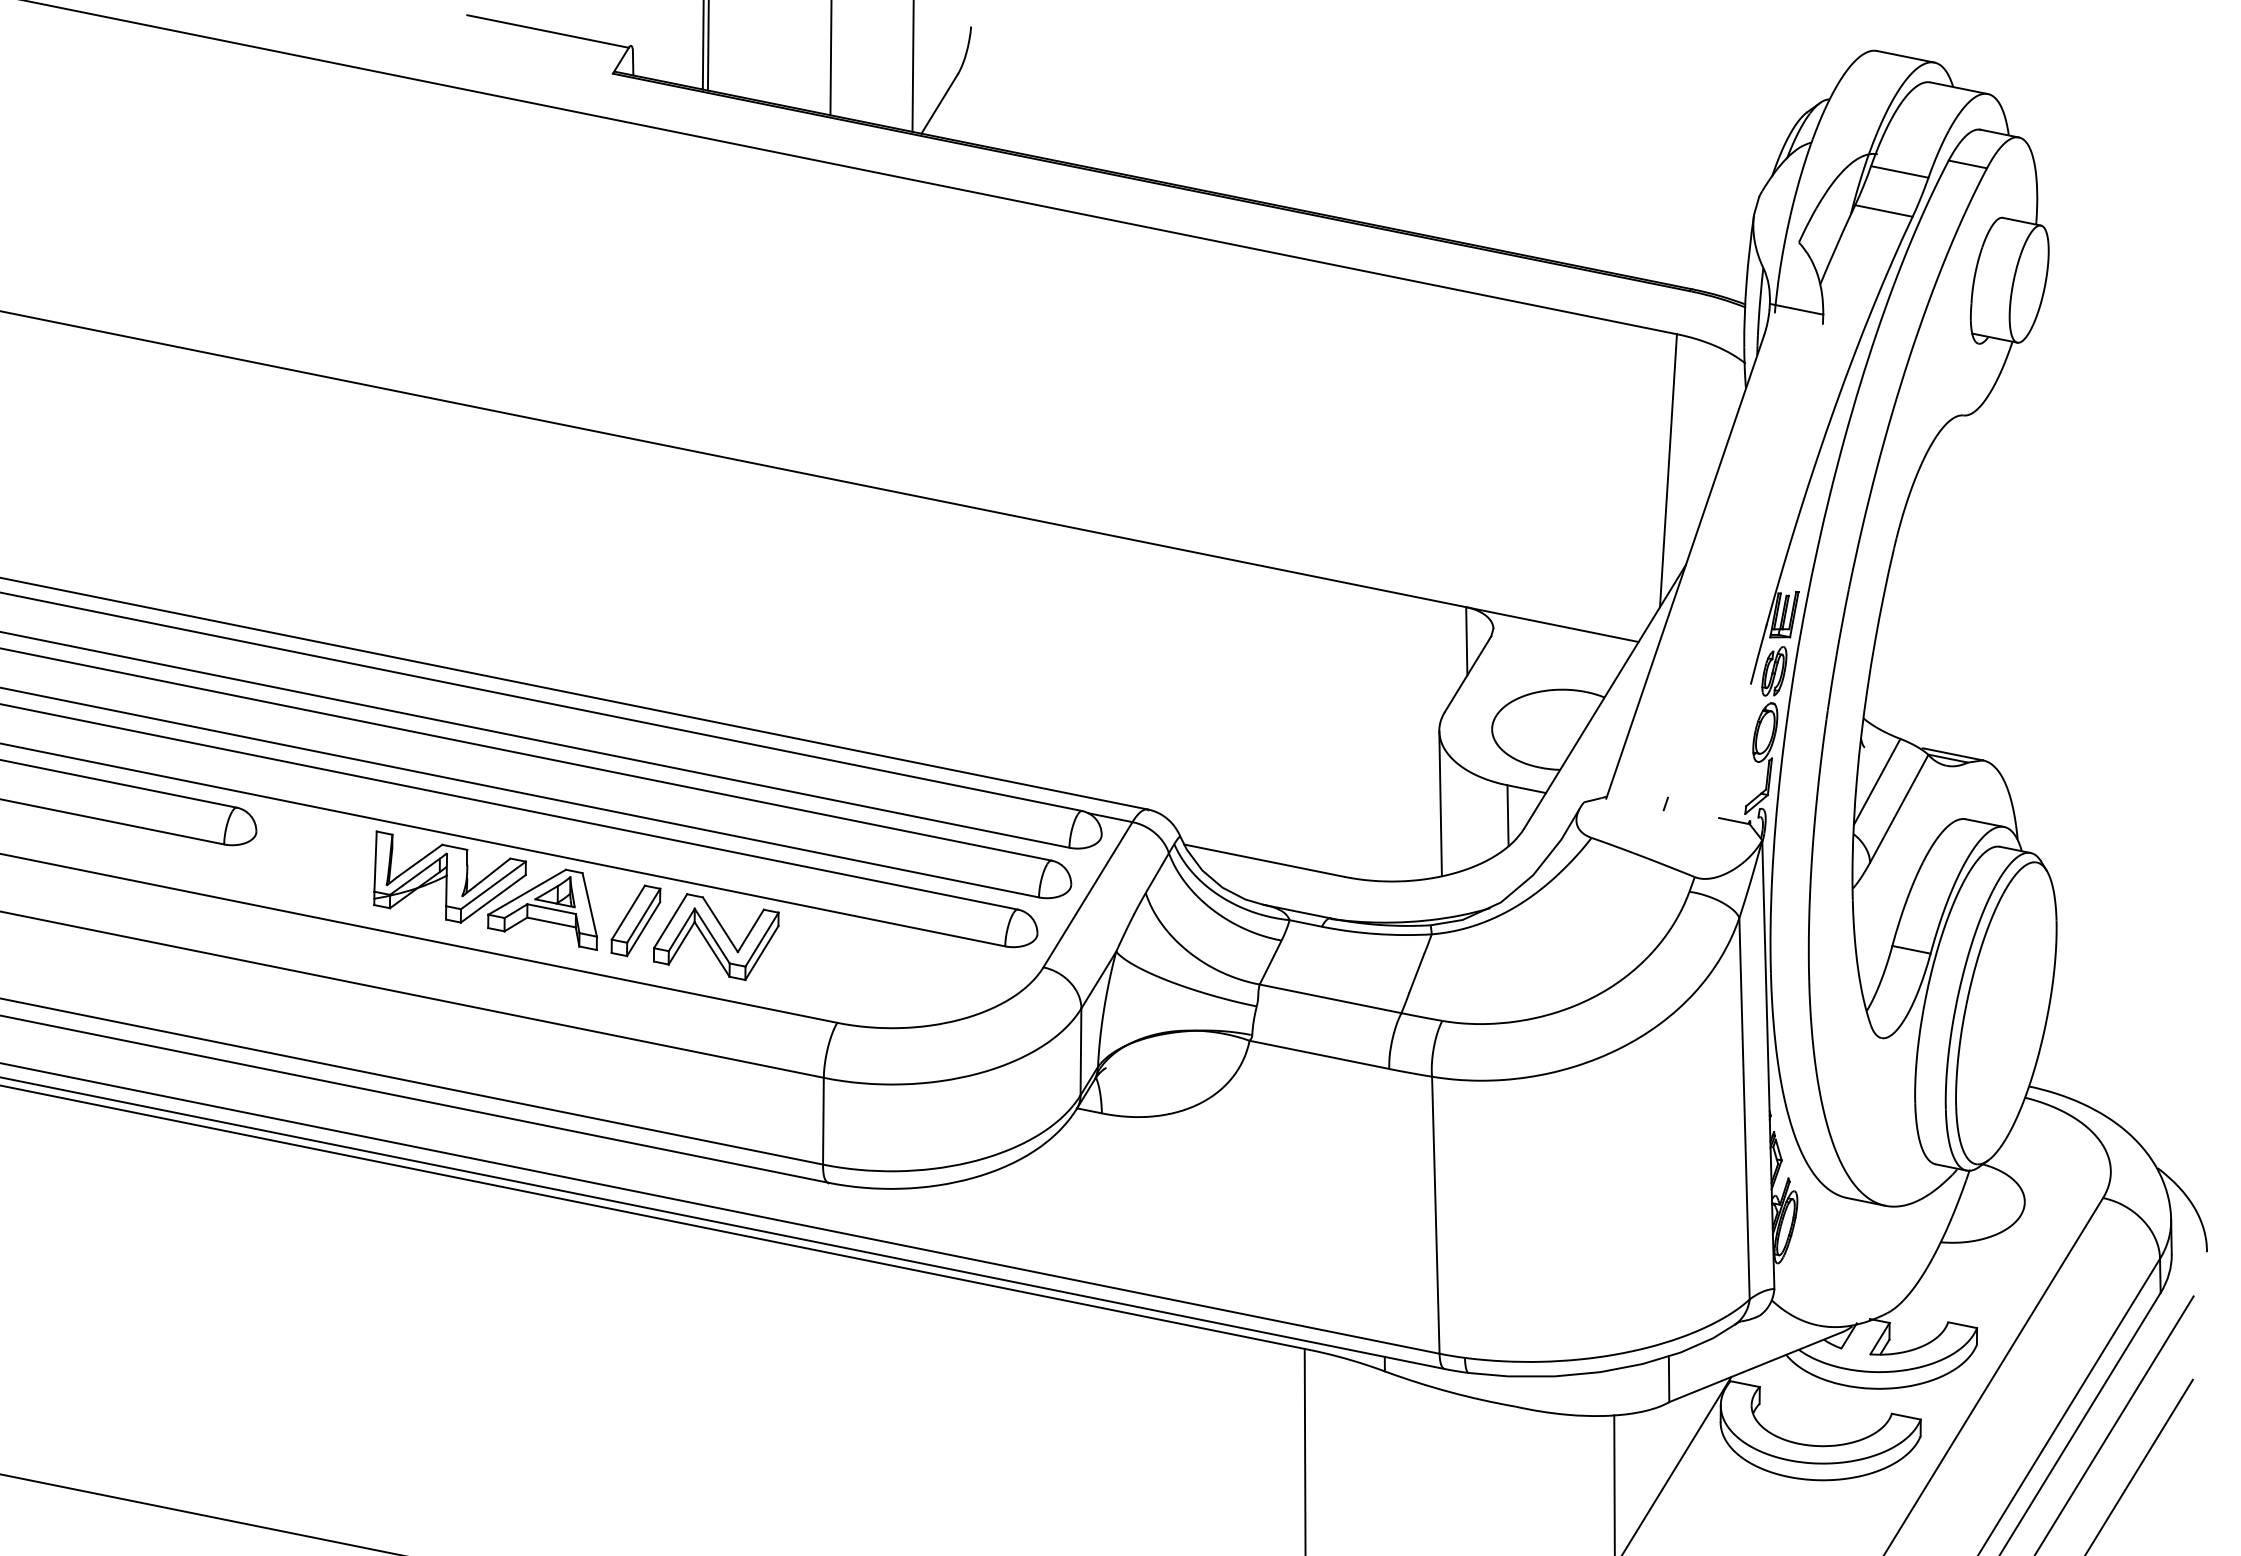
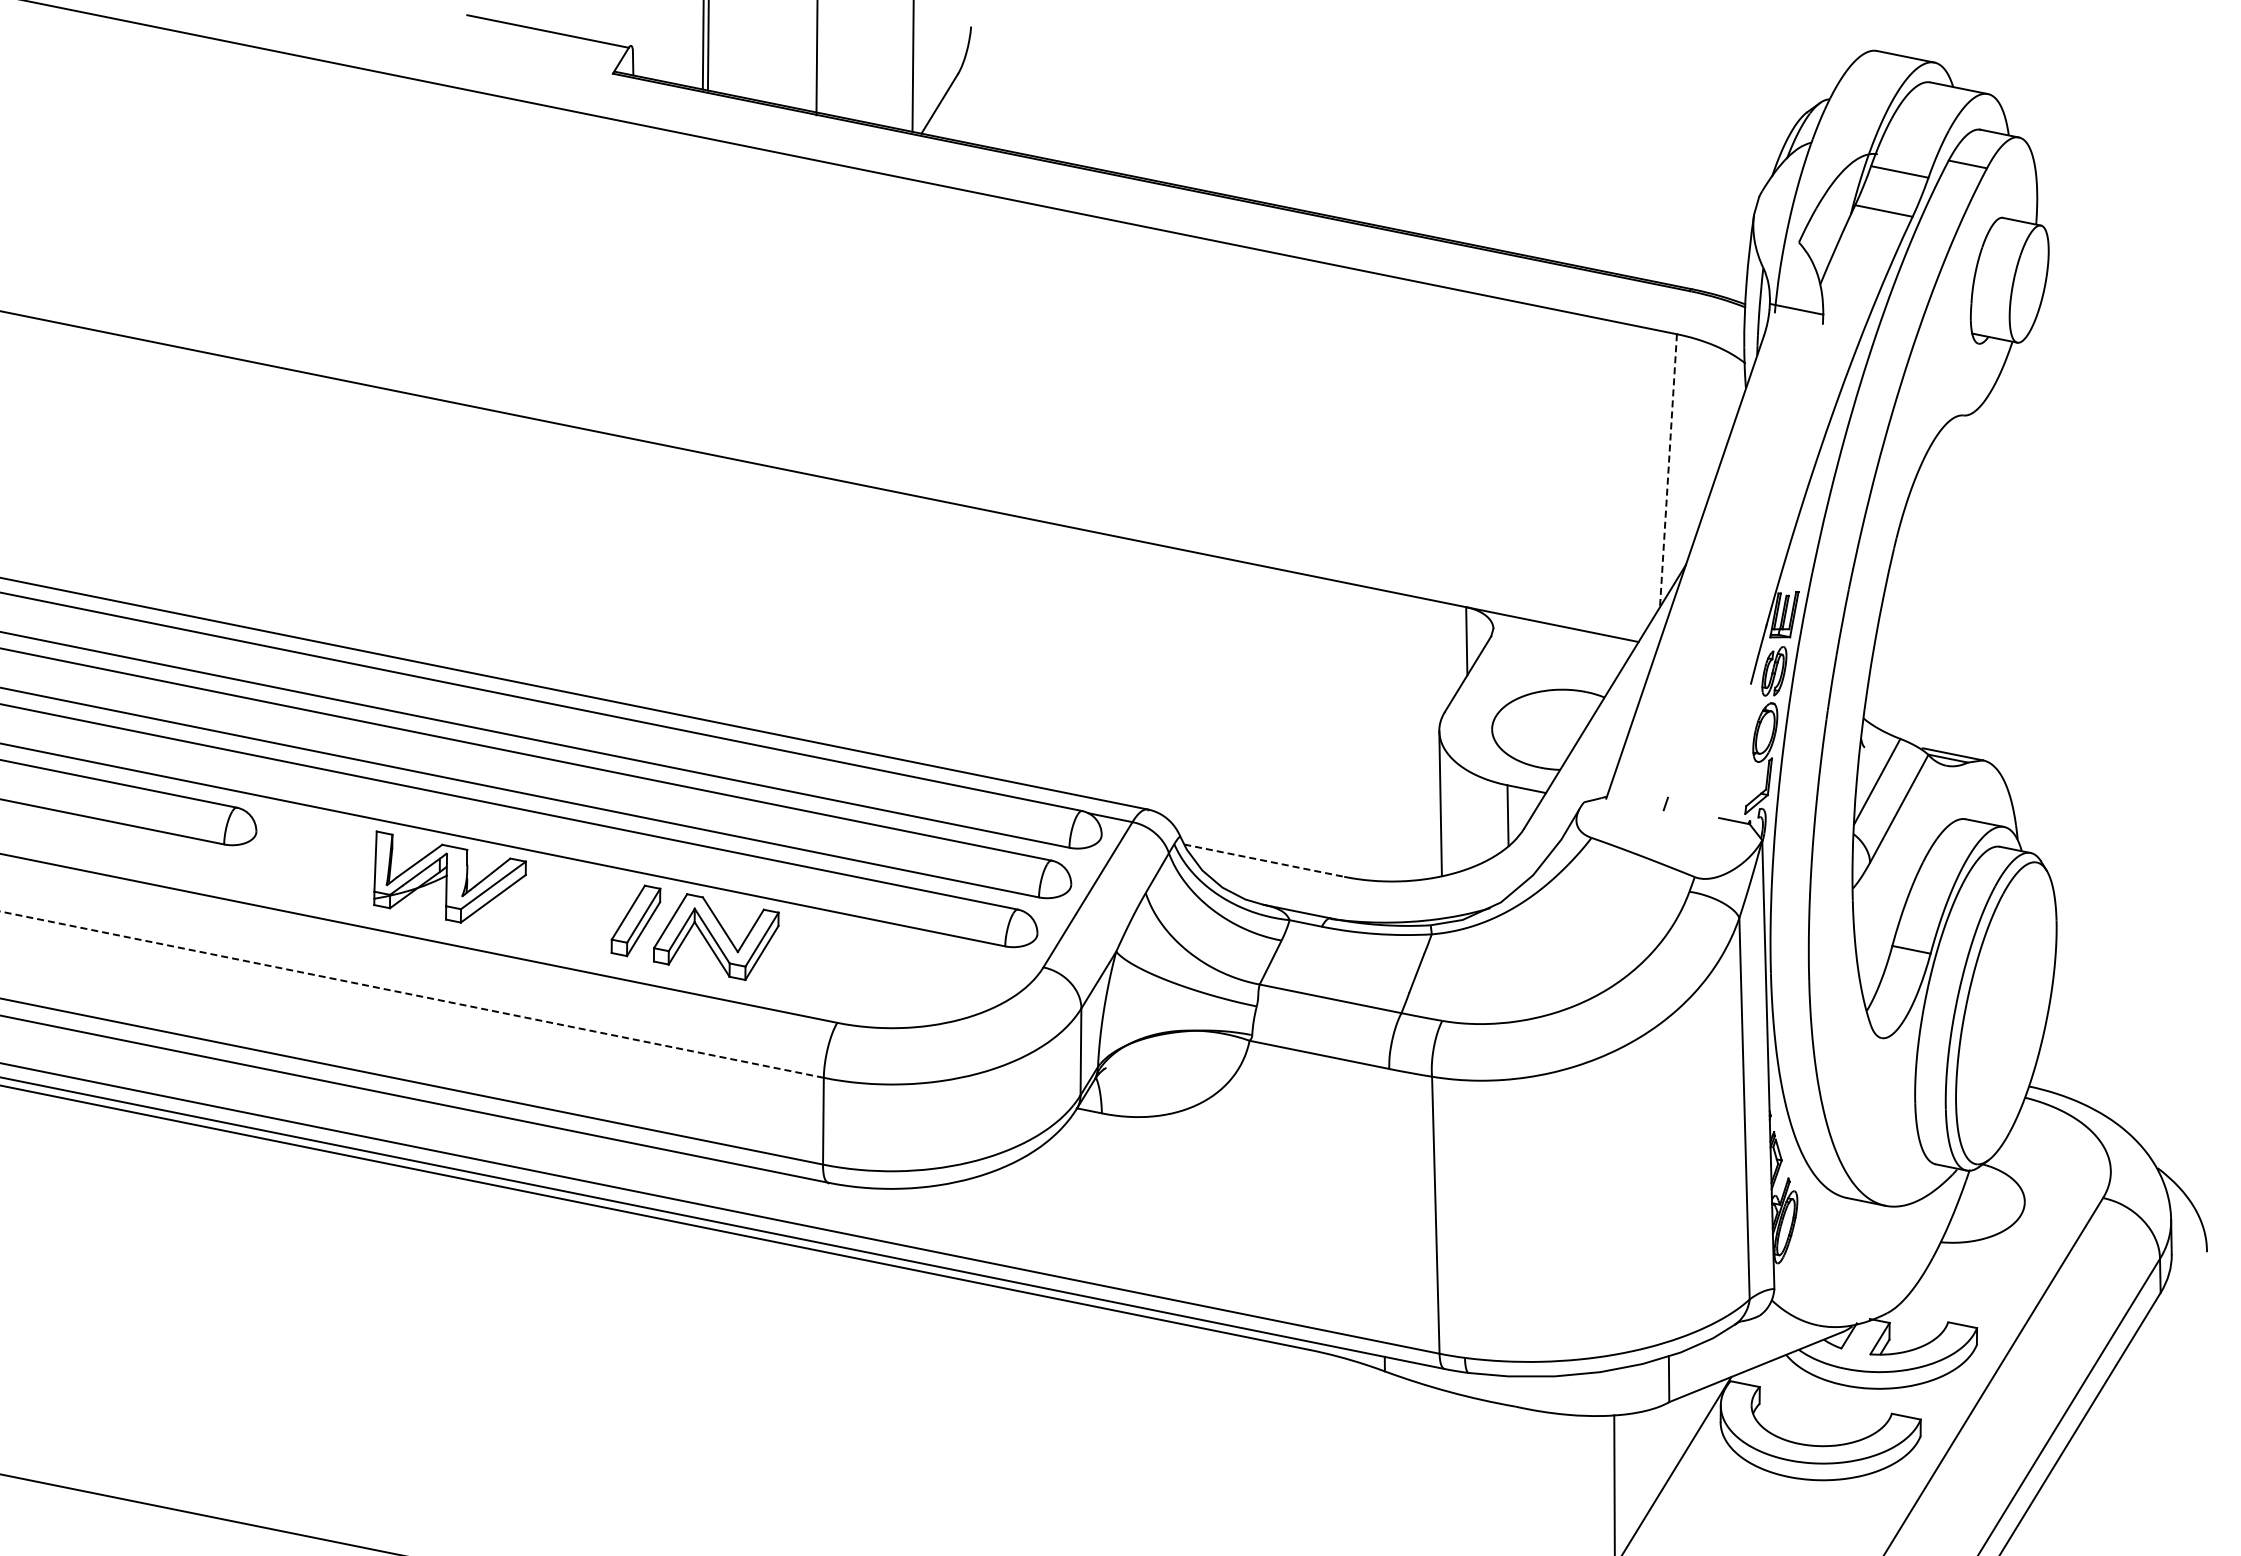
line at (830, 58) position: (830, 58) -> (816, 58)
line at (1668, 470): solid -> dashed
line at (1264, 860): solid -> dashed
part at (542, 909): present -> none
line at (412, 994): solid -> dashed
line at (2114, 1424): present -> none
line at (1304, 1450): present -> none
line at (2139, 1465): present -> none
